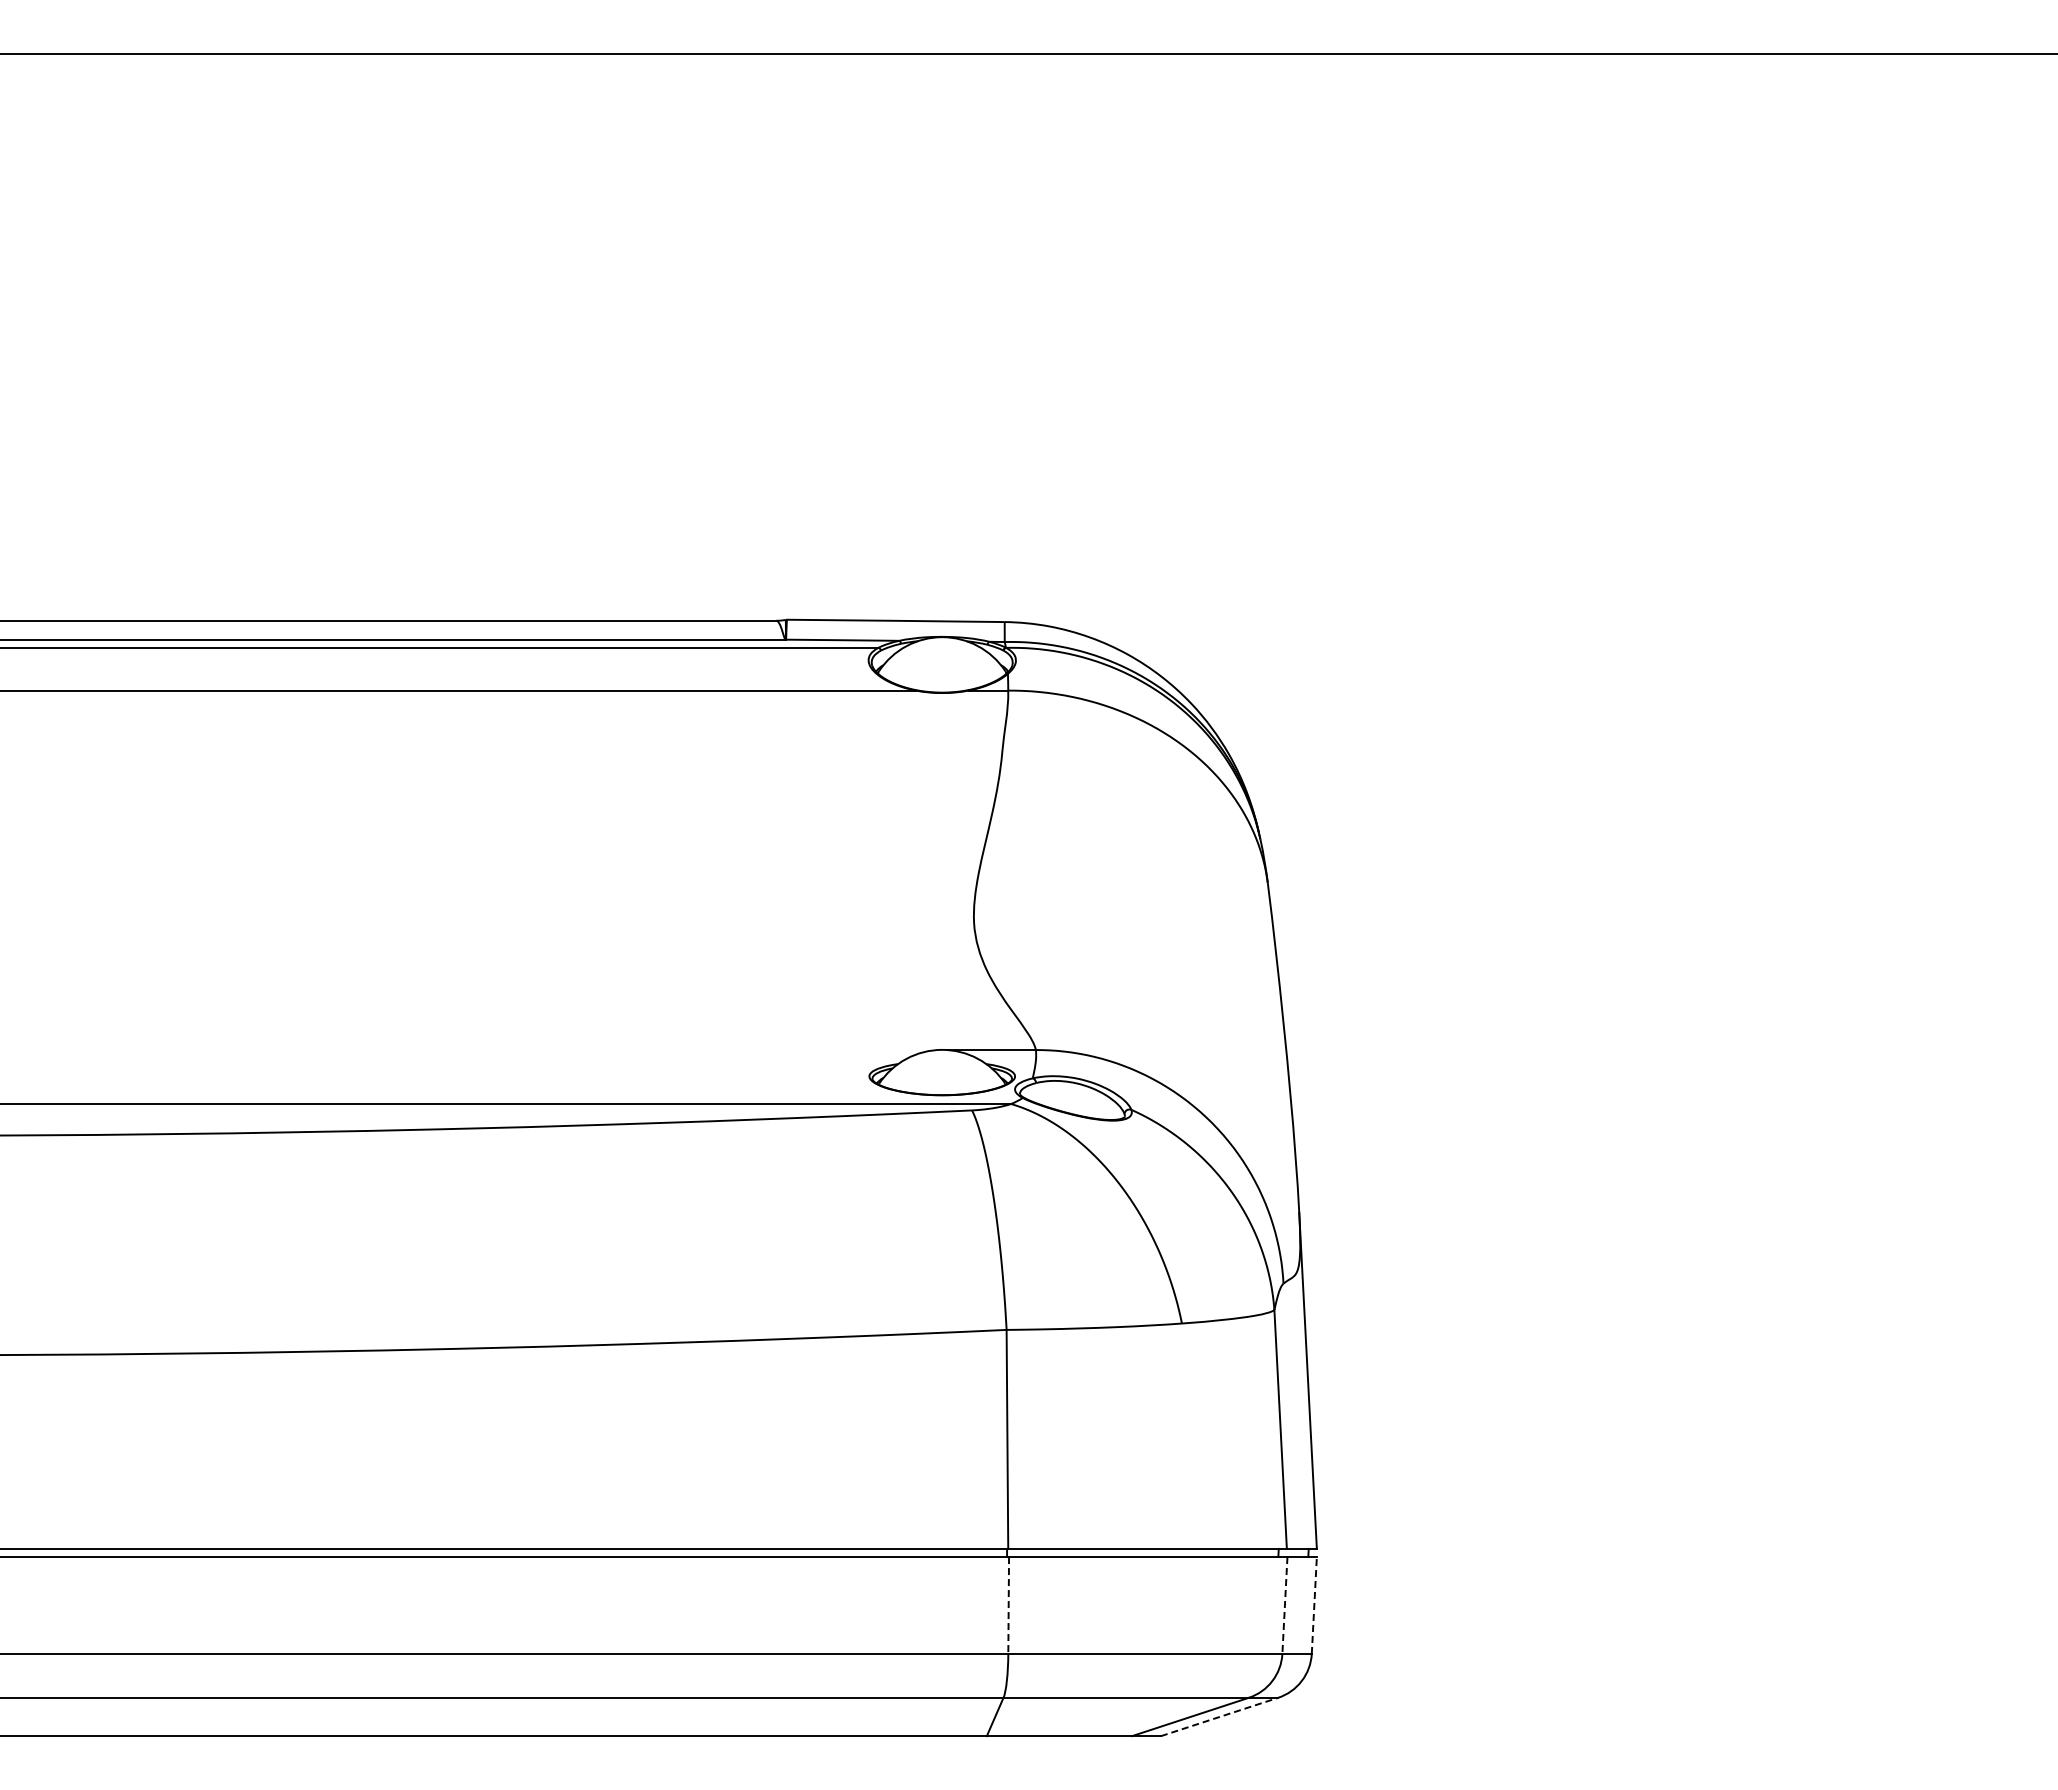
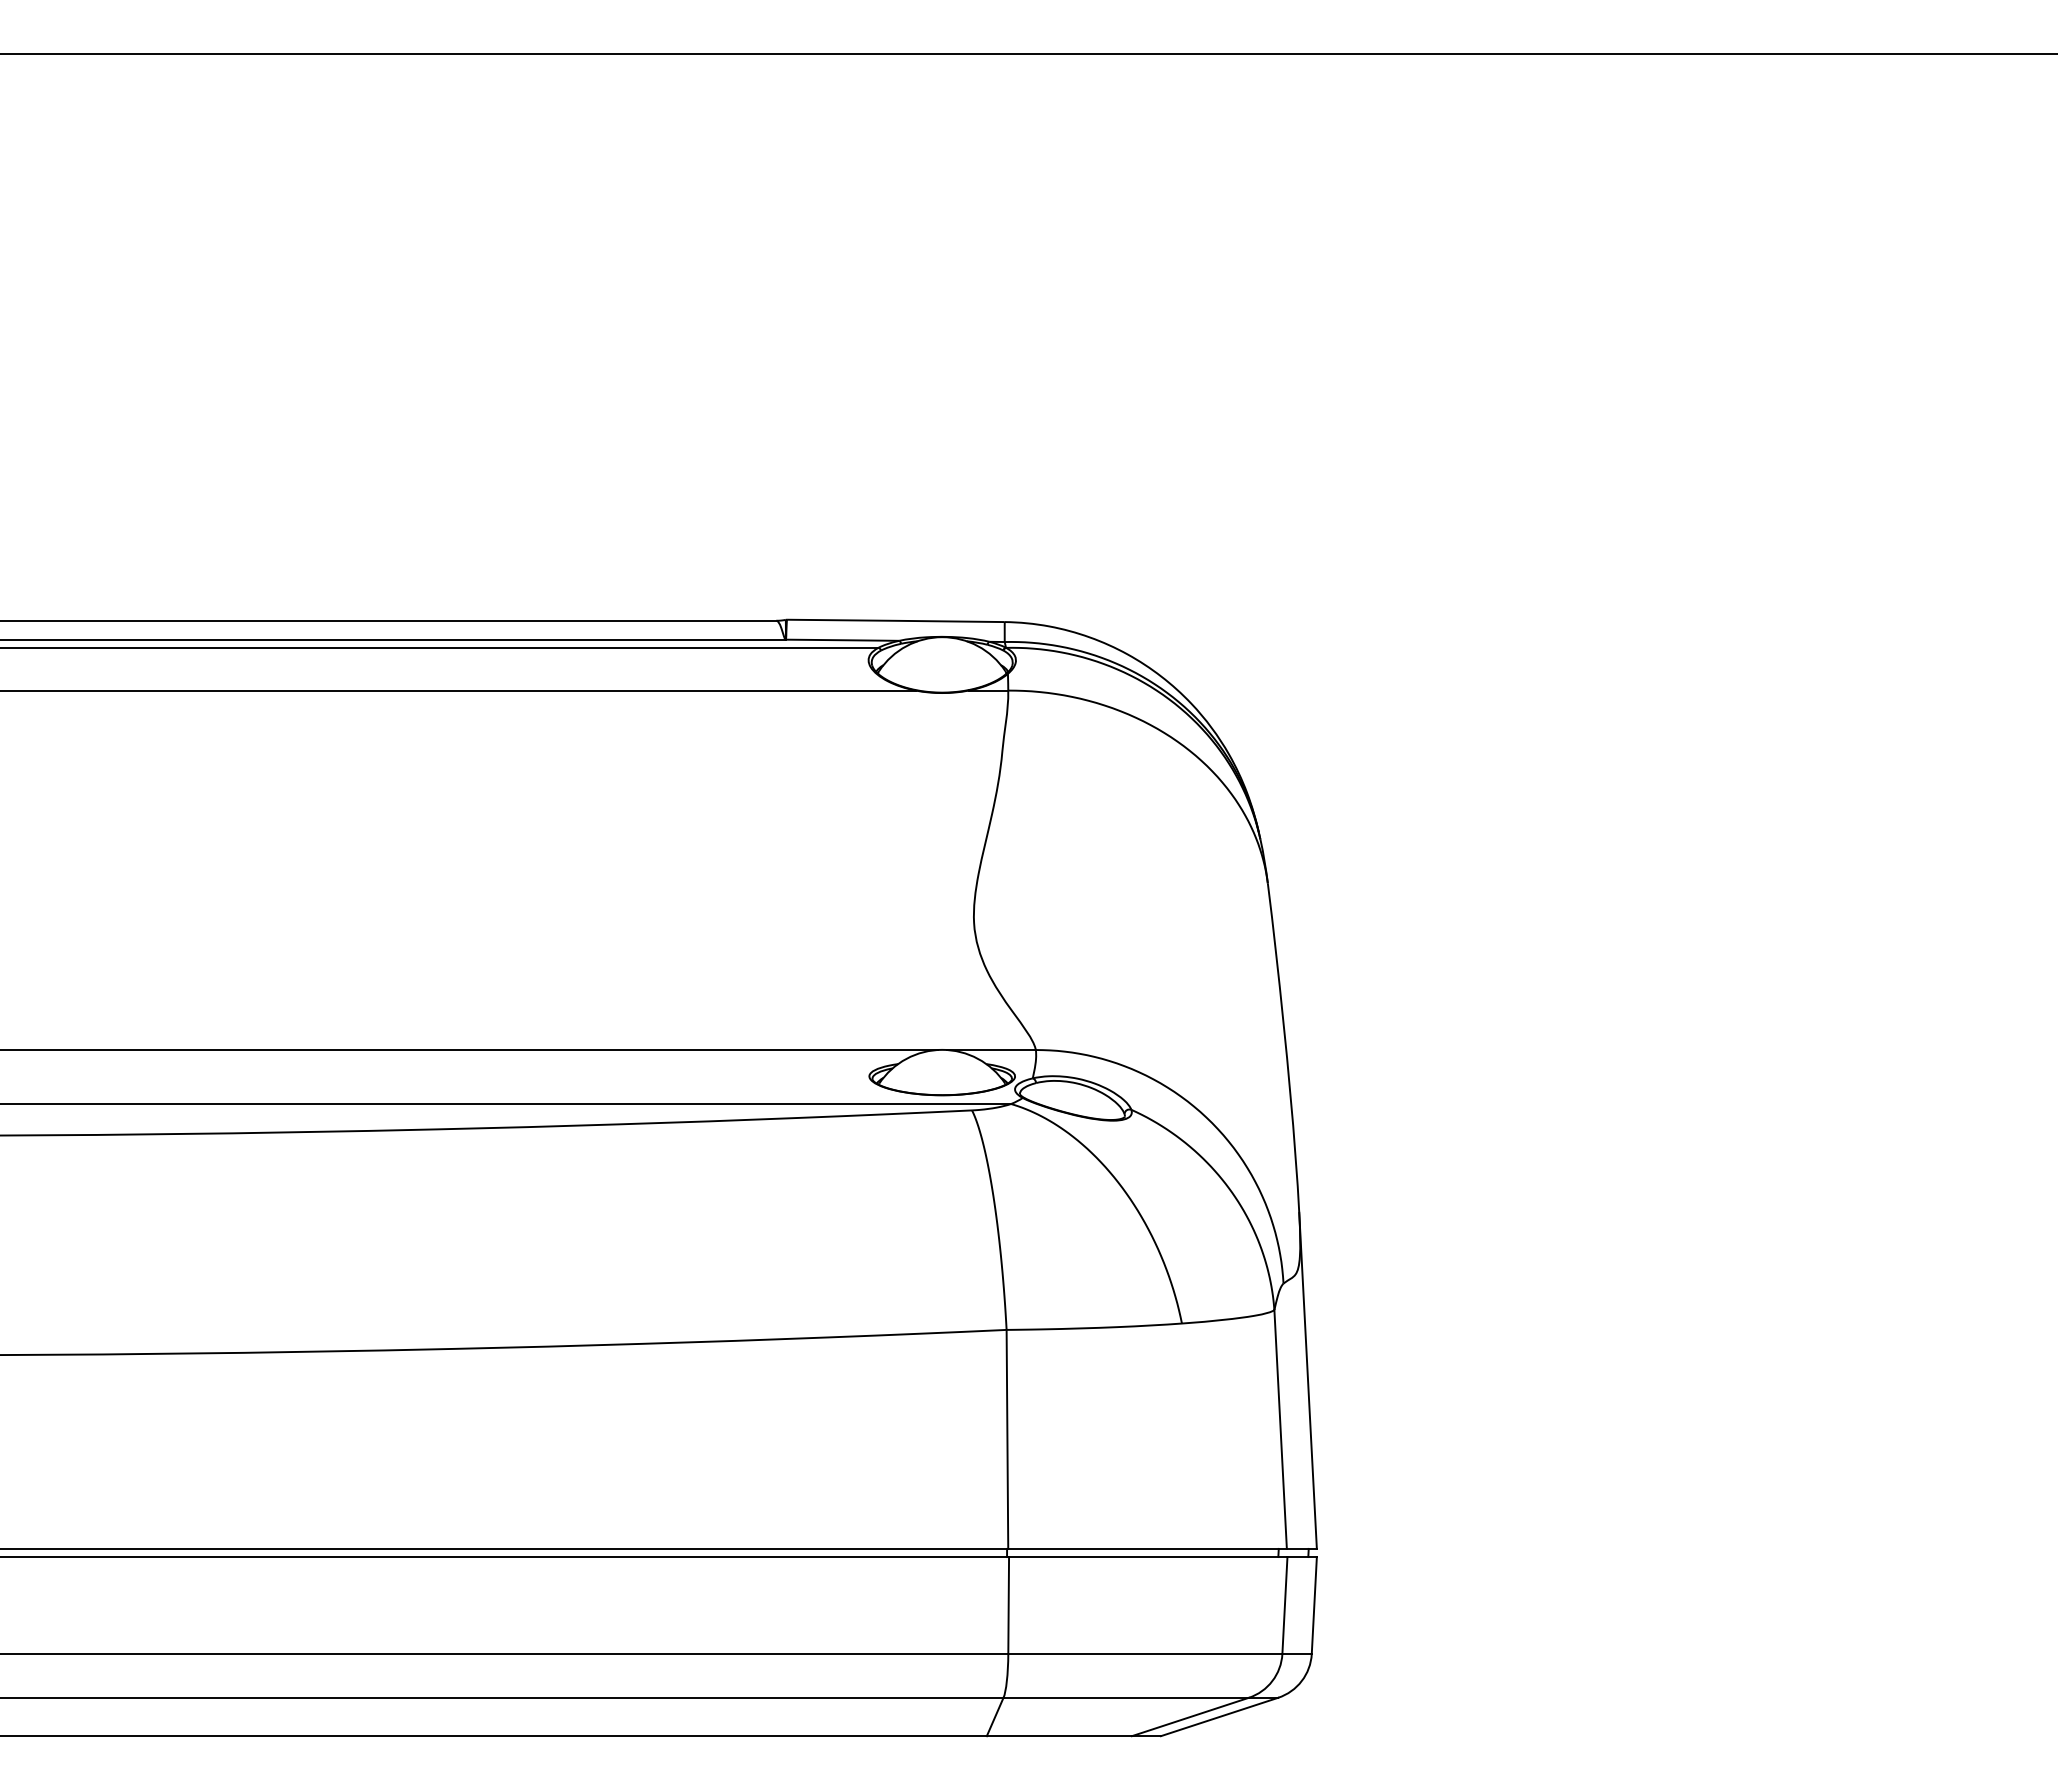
line at (469, 1050): none -> present
line at (1008, 1605): dashed -> solid
line at (1284, 1605): dashed -> solid
line at (1314, 1605): dashed -> solid
line at (1219, 1716): dashed -> solid
